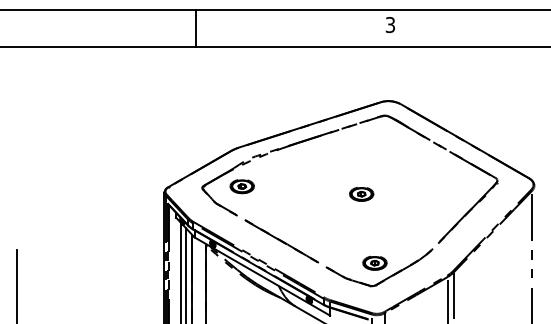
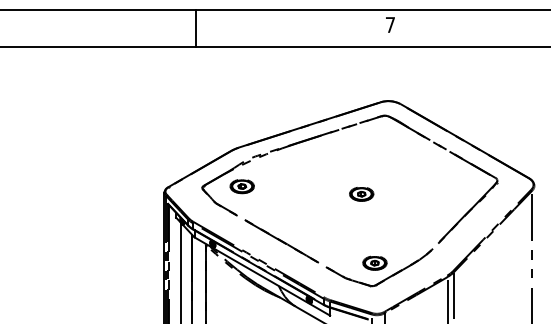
text at (389, 25): 3 -> 7
line at (185, 274): present -> none
line at (16, 284): present -> none
